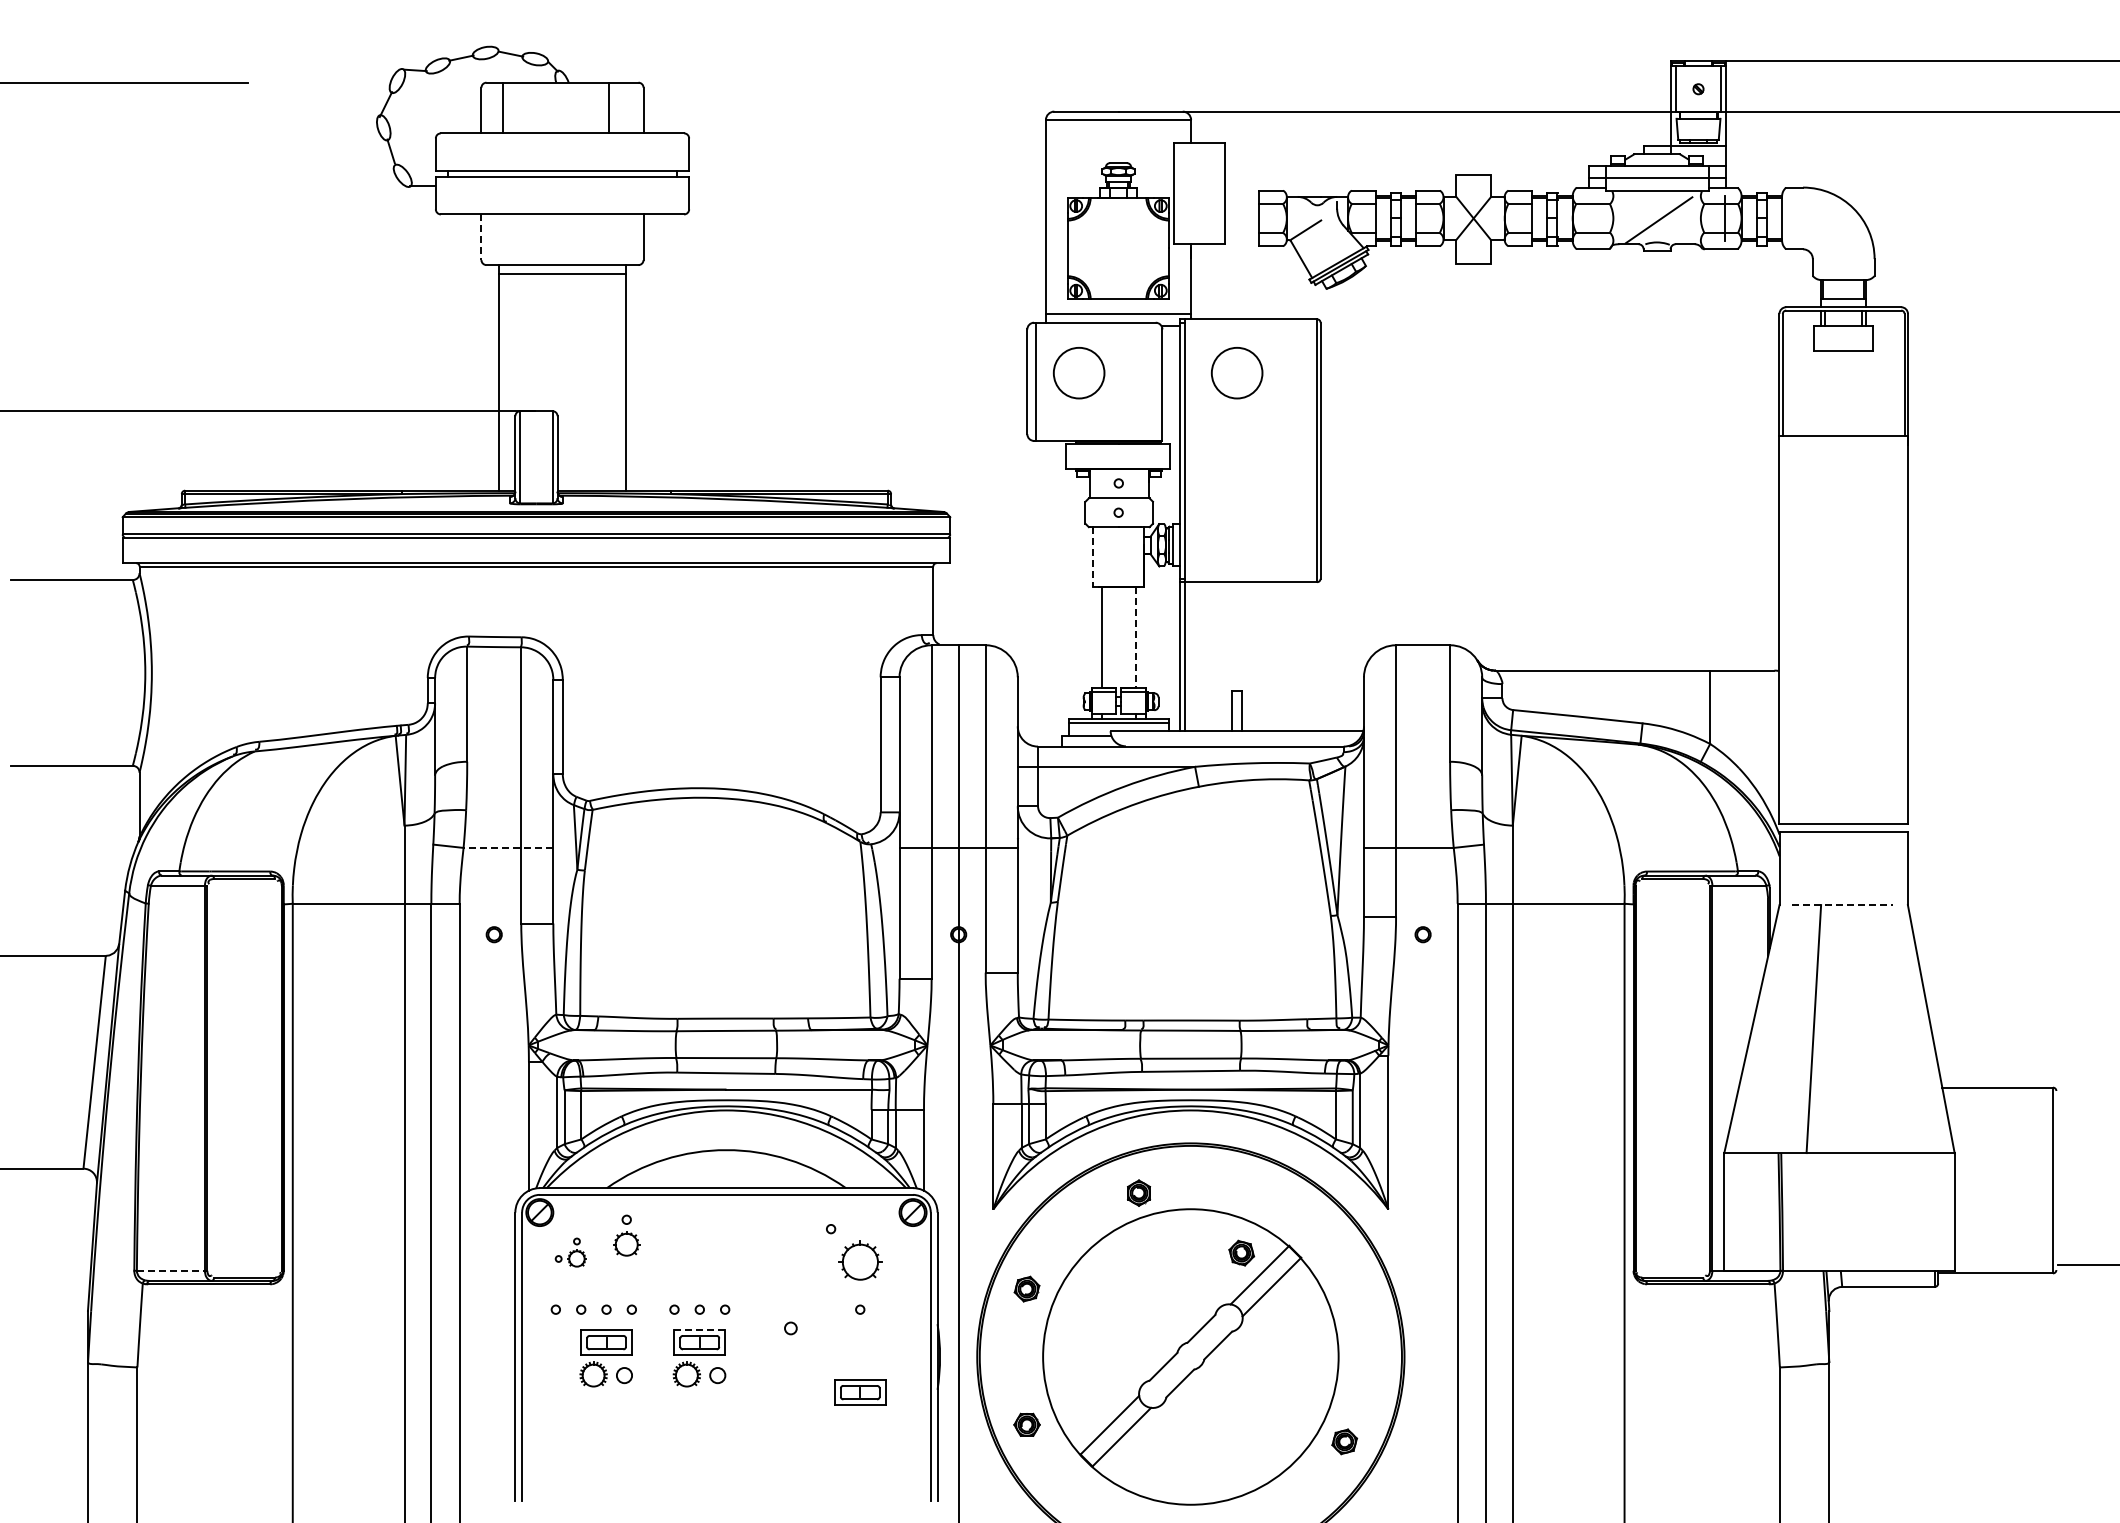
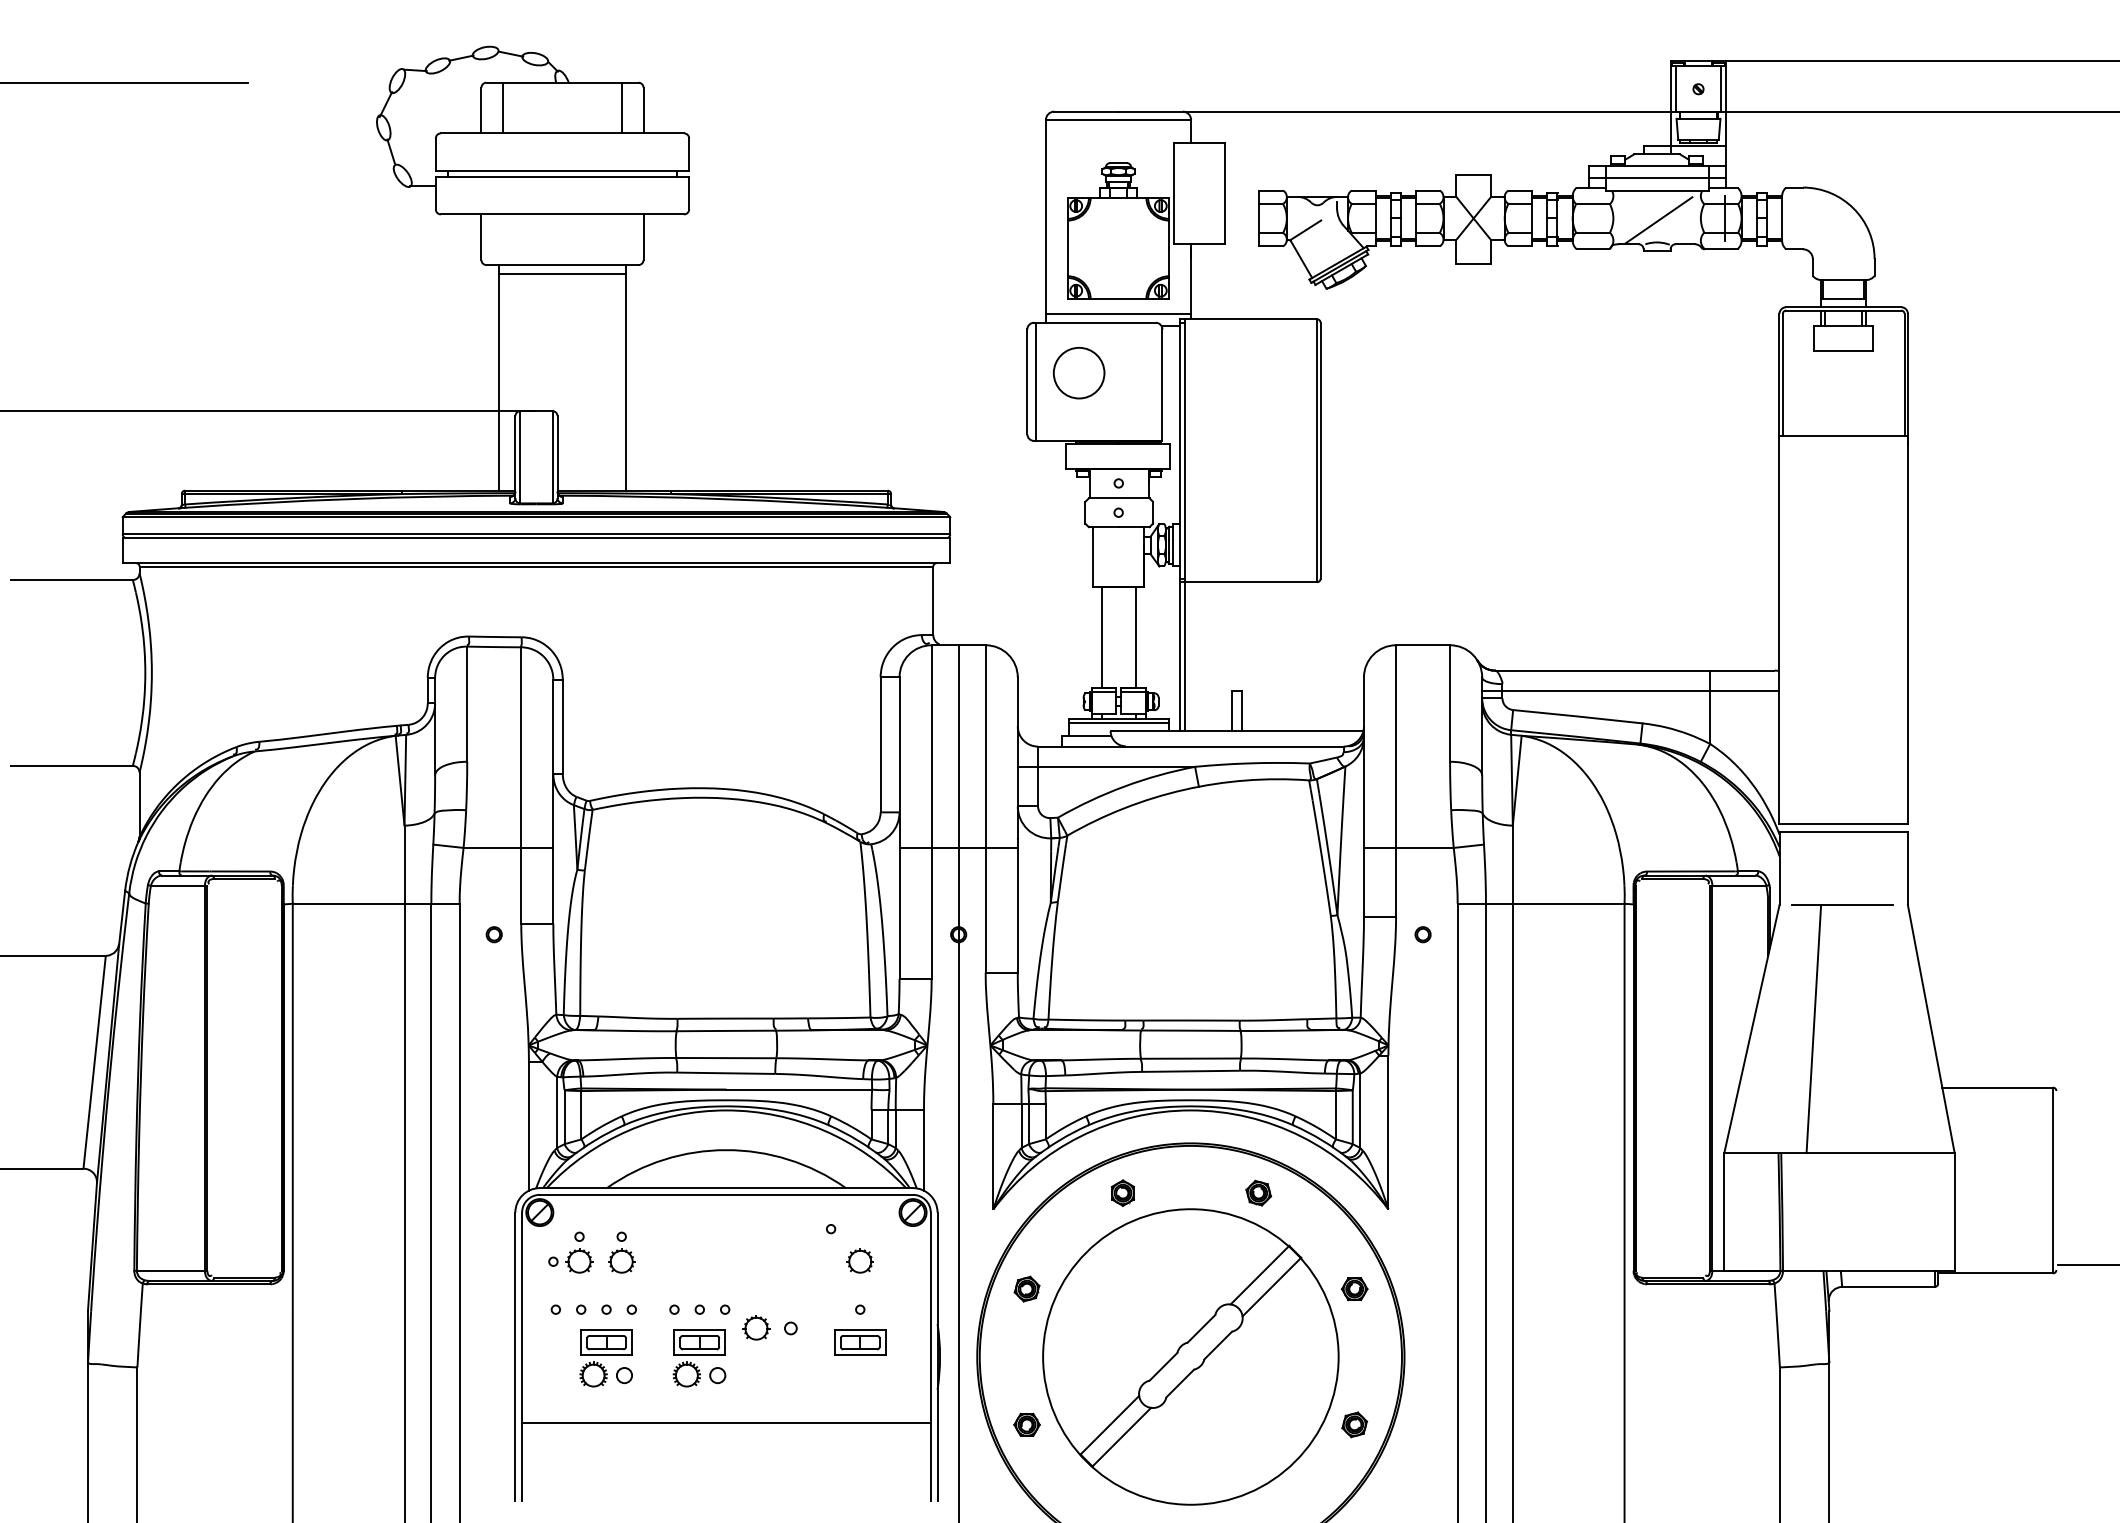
line at (609, 107) position: (609, 107) -> (622, 107)
line at (481, 237): dashed -> solid
circle at (1236, 373): present -> none
line at (1093, 557): dashed -> solid
line at (1135, 637): dashed -> solid
line at (1630, 690): none -> present
line at (508, 847): dashed -> solid
line at (1842, 905): dashed -> solid
part at (1138, 1192) position: (1138, 1192) -> (1122, 1192)
part at (626, 1235) position: (626, 1235) -> (621, 1252)
part at (570, 1252) size: 33x31 px -> 46x43 px
part at (1241, 1252) position: (1241, 1252) -> (1258, 1192)
part at (860, 1260) size: 45x41 px -> 28x26 px
line at (172, 1270): dashed -> solid
part at (1354, 1289): none -> present
part at (756, 1327): none -> present
line at (700, 1329): dashed -> solid
part at (860, 1392) position: (860, 1392) -> (860, 1342)
line at (726, 1422): none -> present
part at (1344, 1441) position: (1344, 1441) -> (1354, 1424)
